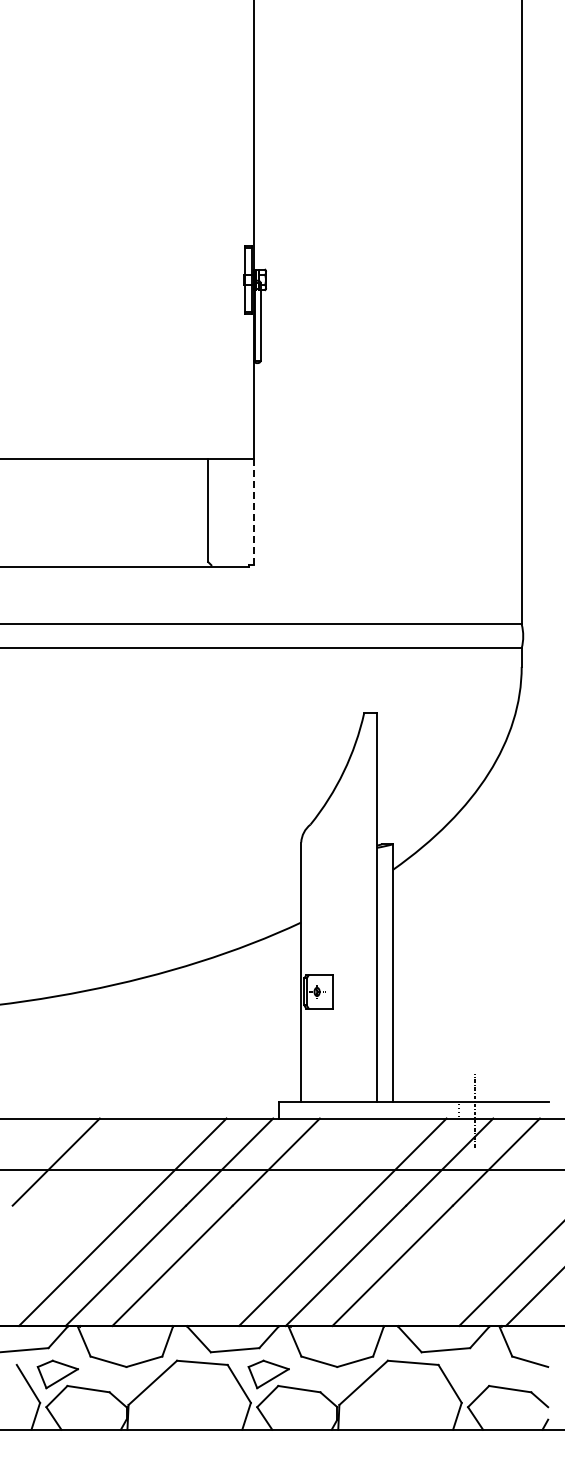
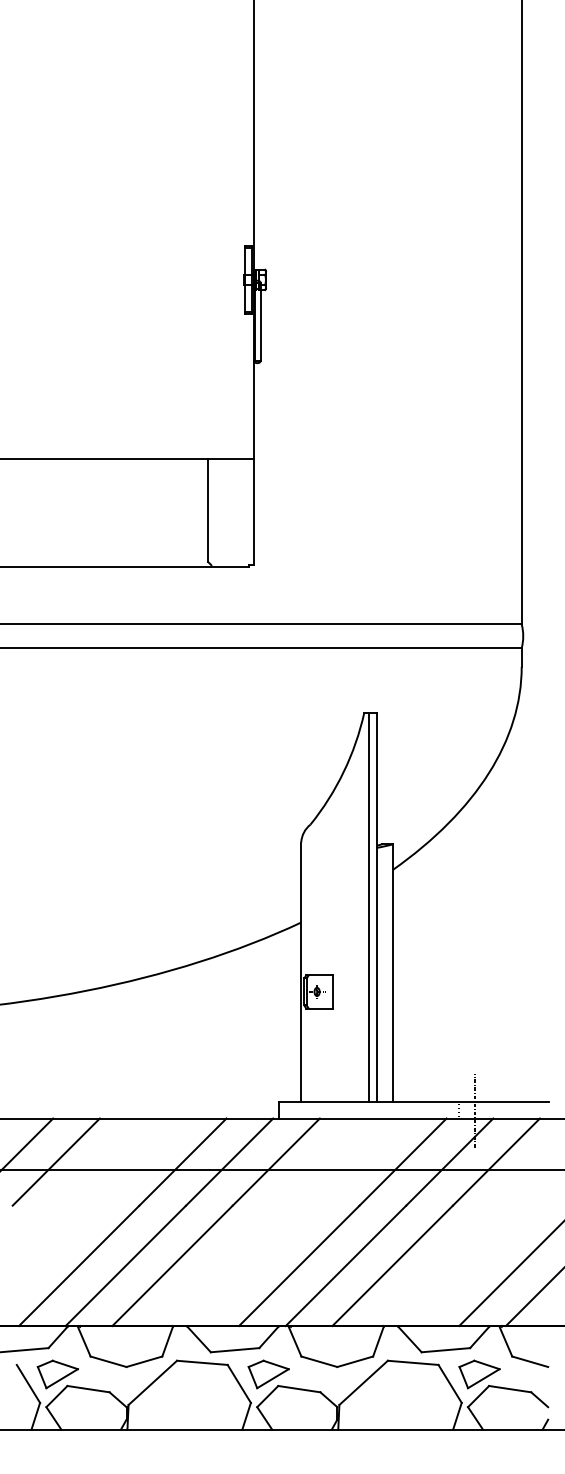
line at (253, 512): dashed -> solid
line at (369, 907): none -> present
line at (27, 1143): none -> present
part at (479, 1374): none -> present
